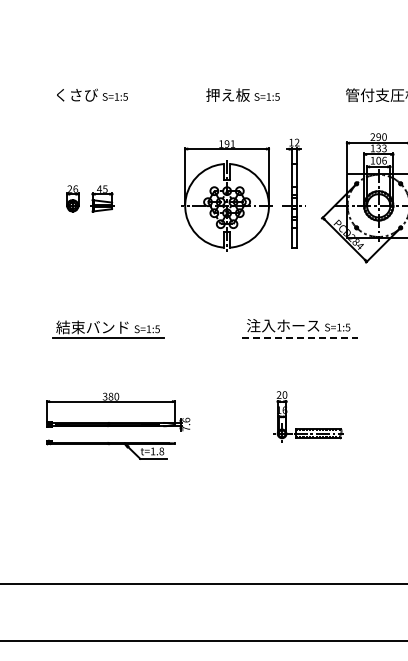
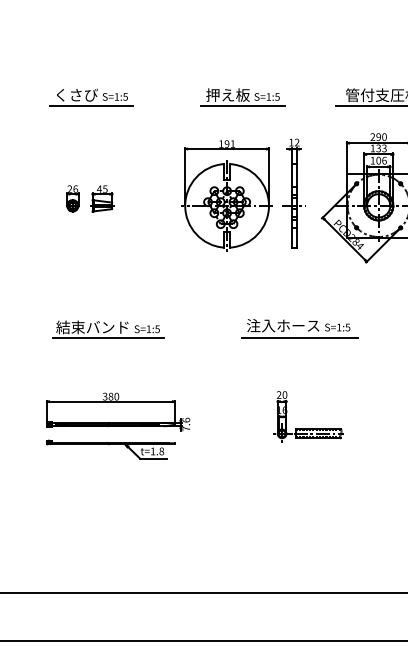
line at (90, 106): none -> present
line at (242, 106): none -> present
line at (370, 106): none -> present
line at (300, 338): dashed -> solid
line at (203, 583) position: (203, 583) -> (203, 592)
